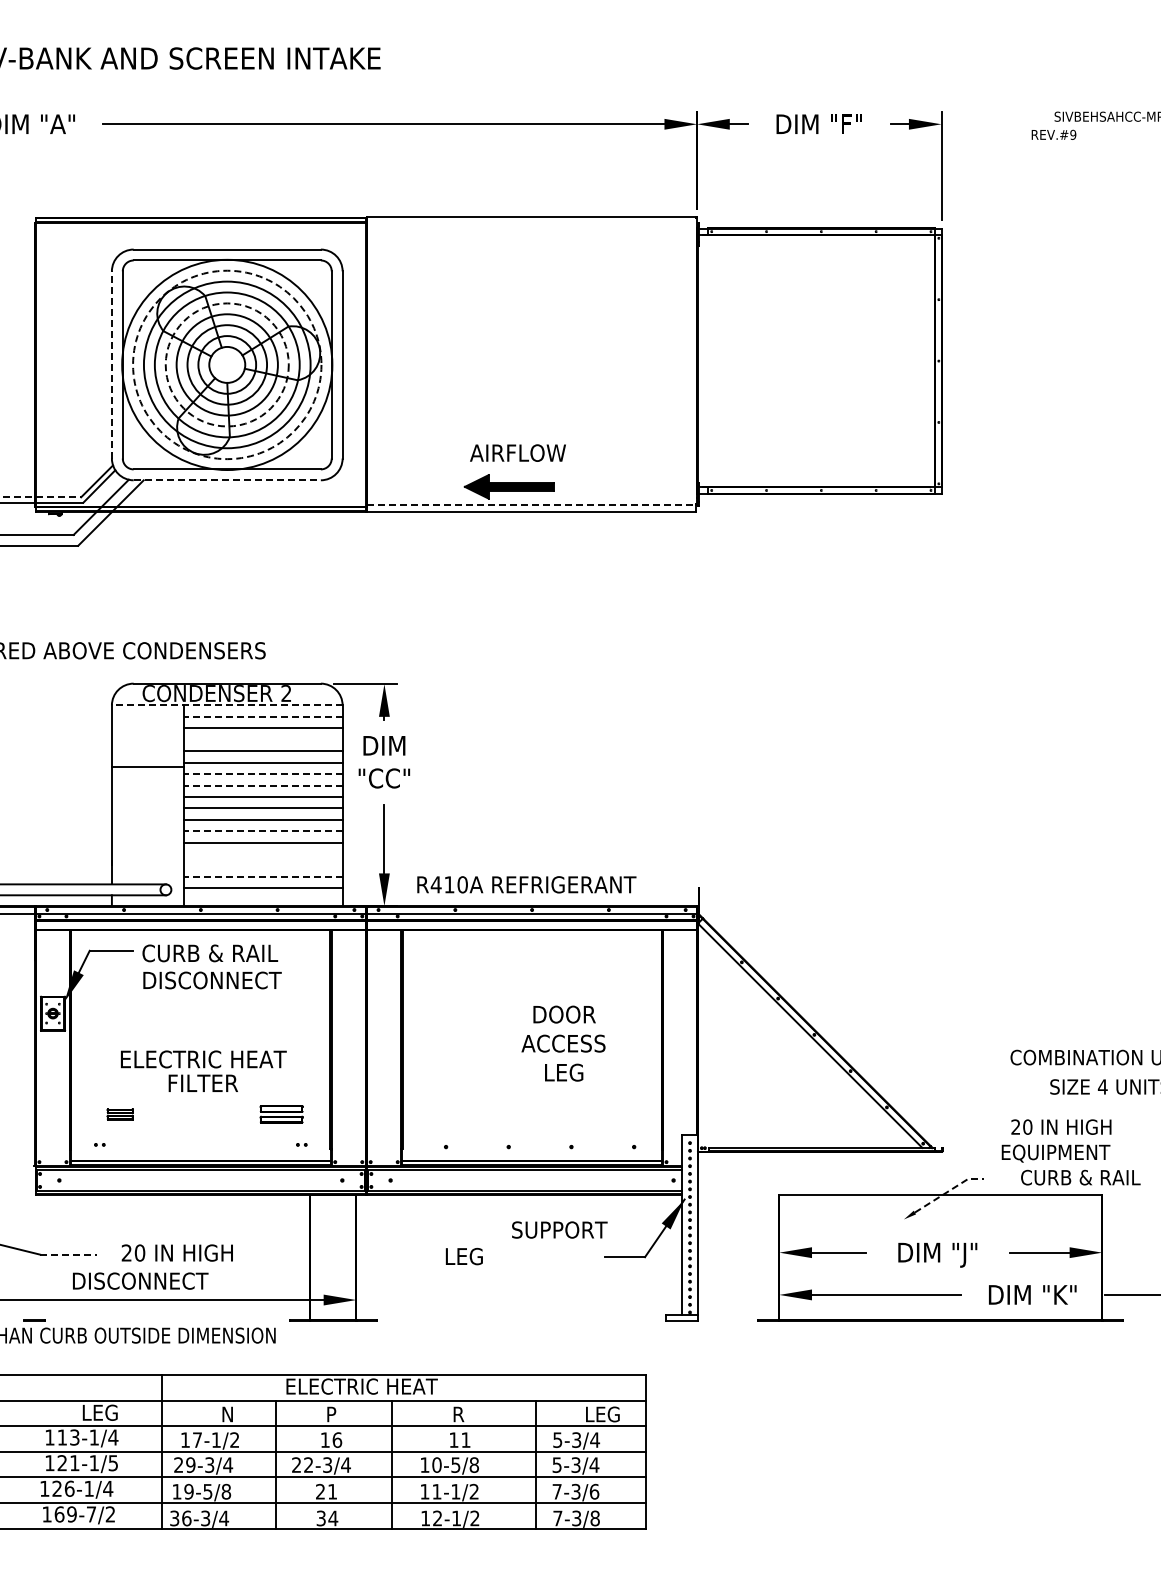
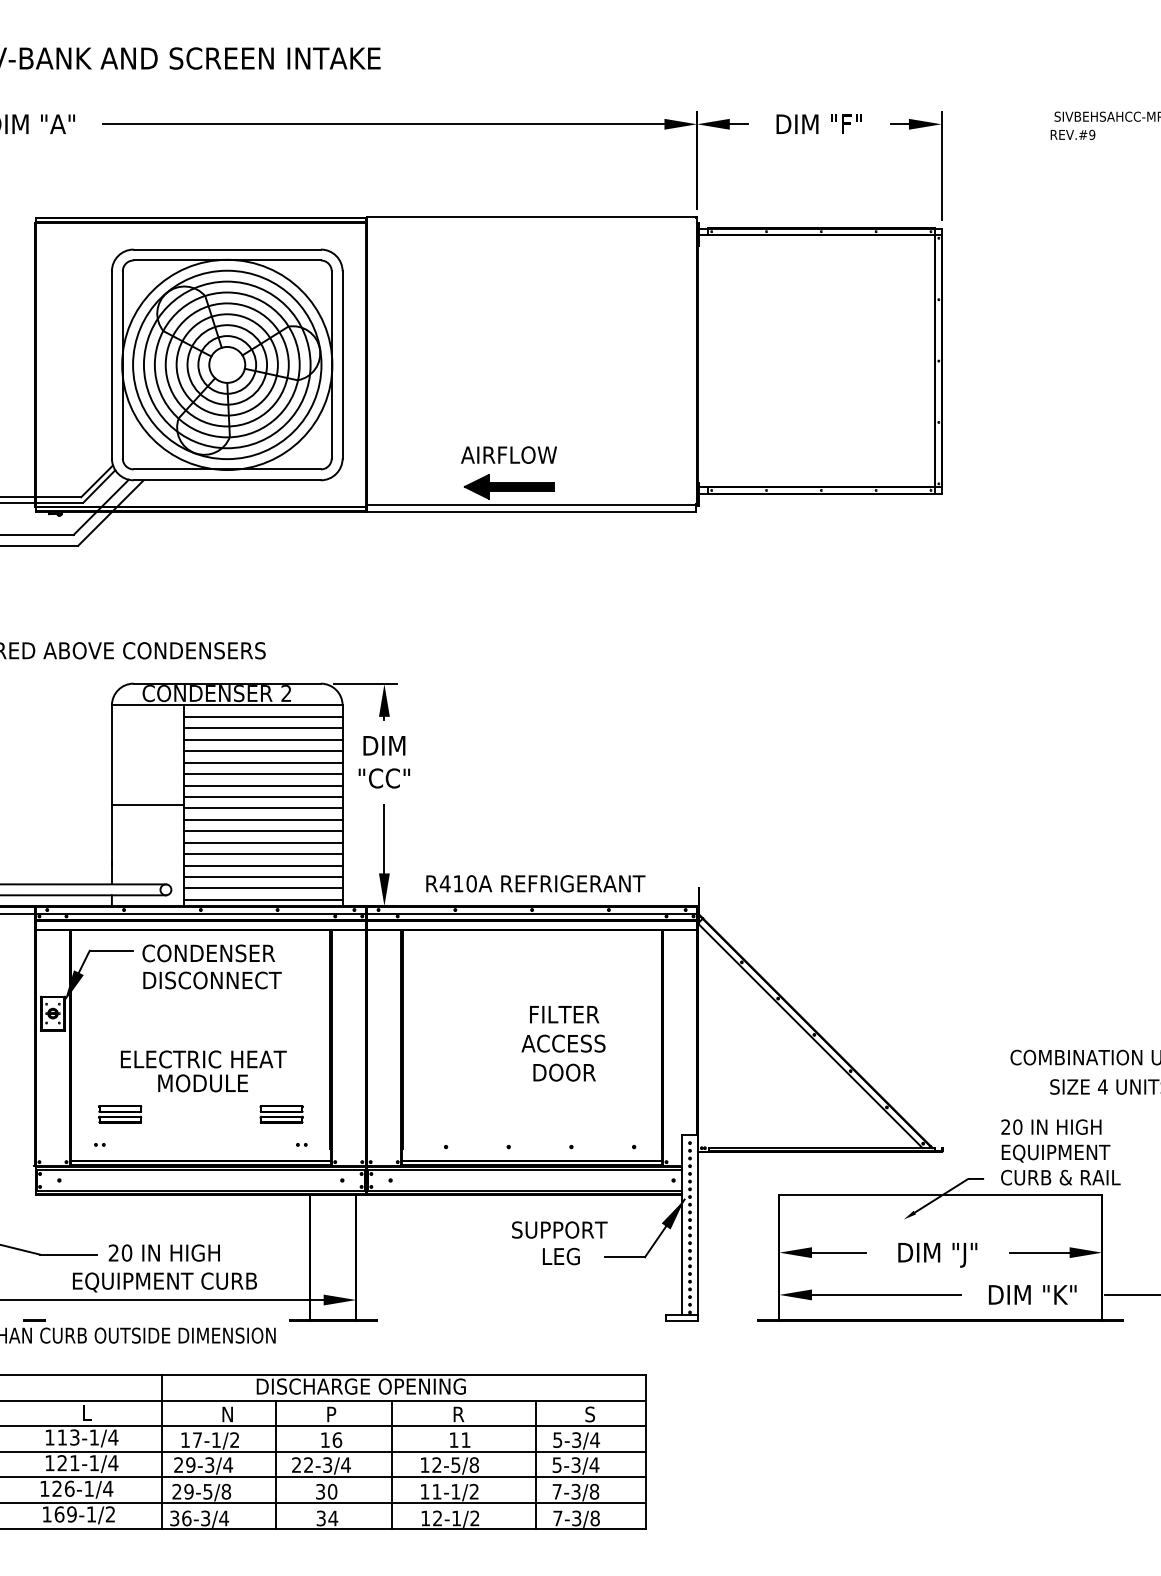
text at (1053, 134) position: (1053, 134) -> (1072, 134)
line at (111, 364): dashed -> solid
circle at (226, 364): dashed -> solid
circle at (227, 364): dashed -> solid
text at (517, 452) position: (517, 452) -> (508, 454)
line at (227, 480): dashed -> solid
line at (41, 497): dashed -> solid
line at (532, 504): dashed -> solid
line at (226, 705): dashed -> solid
line at (263, 716): dashed -> solid
line at (262, 739): none -> present
line at (147, 766) position: (147, 766) -> (147, 804)
line at (263, 774): dashed -> solid
line at (263, 785): dashed -> solid
line at (263, 831): dashed -> solid
line at (262, 854): none -> present
line at (262, 865): none -> present
line at (263, 877): dashed -> solid
text at (526, 884) position: (526, 884) -> (535, 883)
line at (262, 899): none -> present
text at (217, 953): CURB & RAIL -> CONDENSER
text at (564, 1014): DOOR -> FILTER
text at (564, 1072): LEG -> DOOR
text at (202, 1083): FILTER -> MODULE
part at (119, 1114) size: 28x13 px -> 45x19 px
text at (1061, 1126) position: (1061, 1126) -> (1051, 1126)
text at (1080, 1177) position: (1080, 1177) -> (1060, 1177)
line at (948, 1191): dashed -> solid
text at (176, 1252) position: (176, 1252) -> (163, 1252)
line at (68, 1254): dashed -> solid
text at (463, 1256) position: (463, 1256) -> (560, 1256)
text at (165, 1282): DISCONNECT -> EQUIPMENT CURB
text at (360, 1386): ELECTRIC HEAT -> DISCHARGE OPENING
text at (99, 1412): LEG -> L
text at (602, 1414): LEG -> S
text at (113, 1463): 121-1/5 -> 121-1/4
text at (436, 1464): 10-5/8 -> 12-5/8
text at (176, 1491): 19-5/8 -> 29-5/8
text at (326, 1491): 21 -> 30
text at (594, 1491): 7-3/6 -> 7-3/8
text at (91, 1514): 169-7/2 -> 169-1/2
